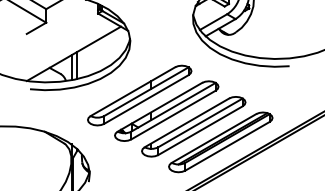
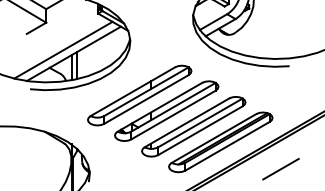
line at (63, 49): none -> present
line at (280, 168): none -> present
